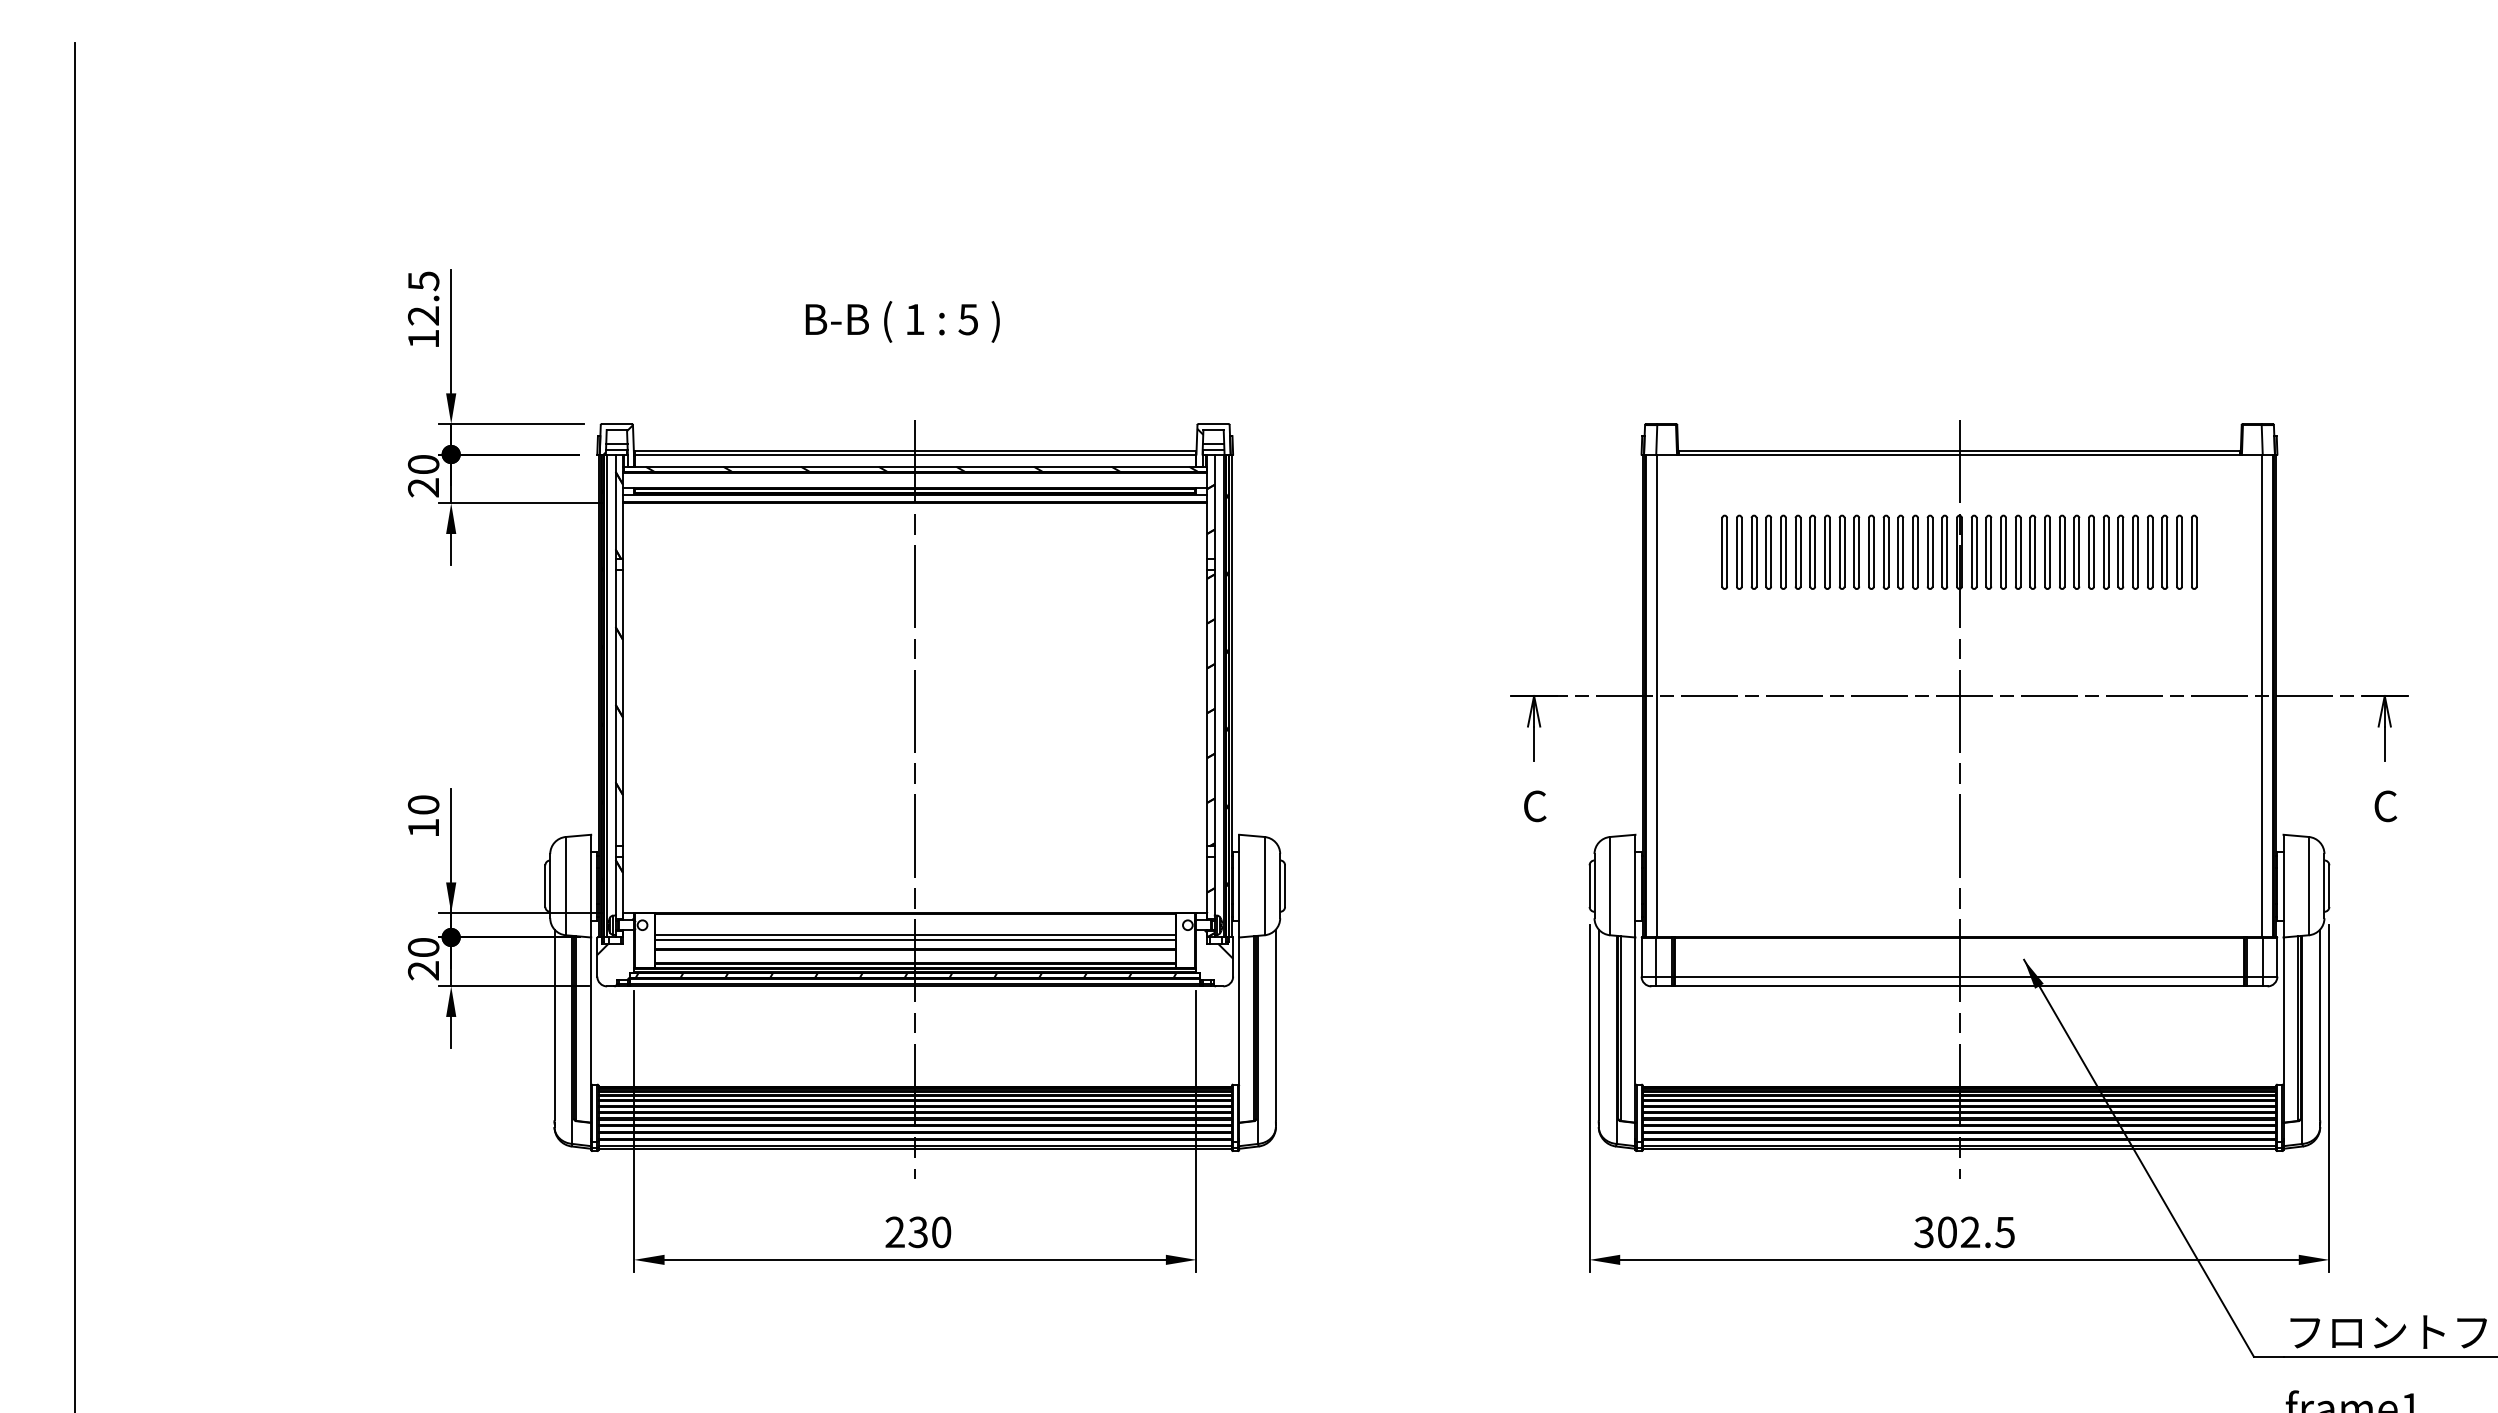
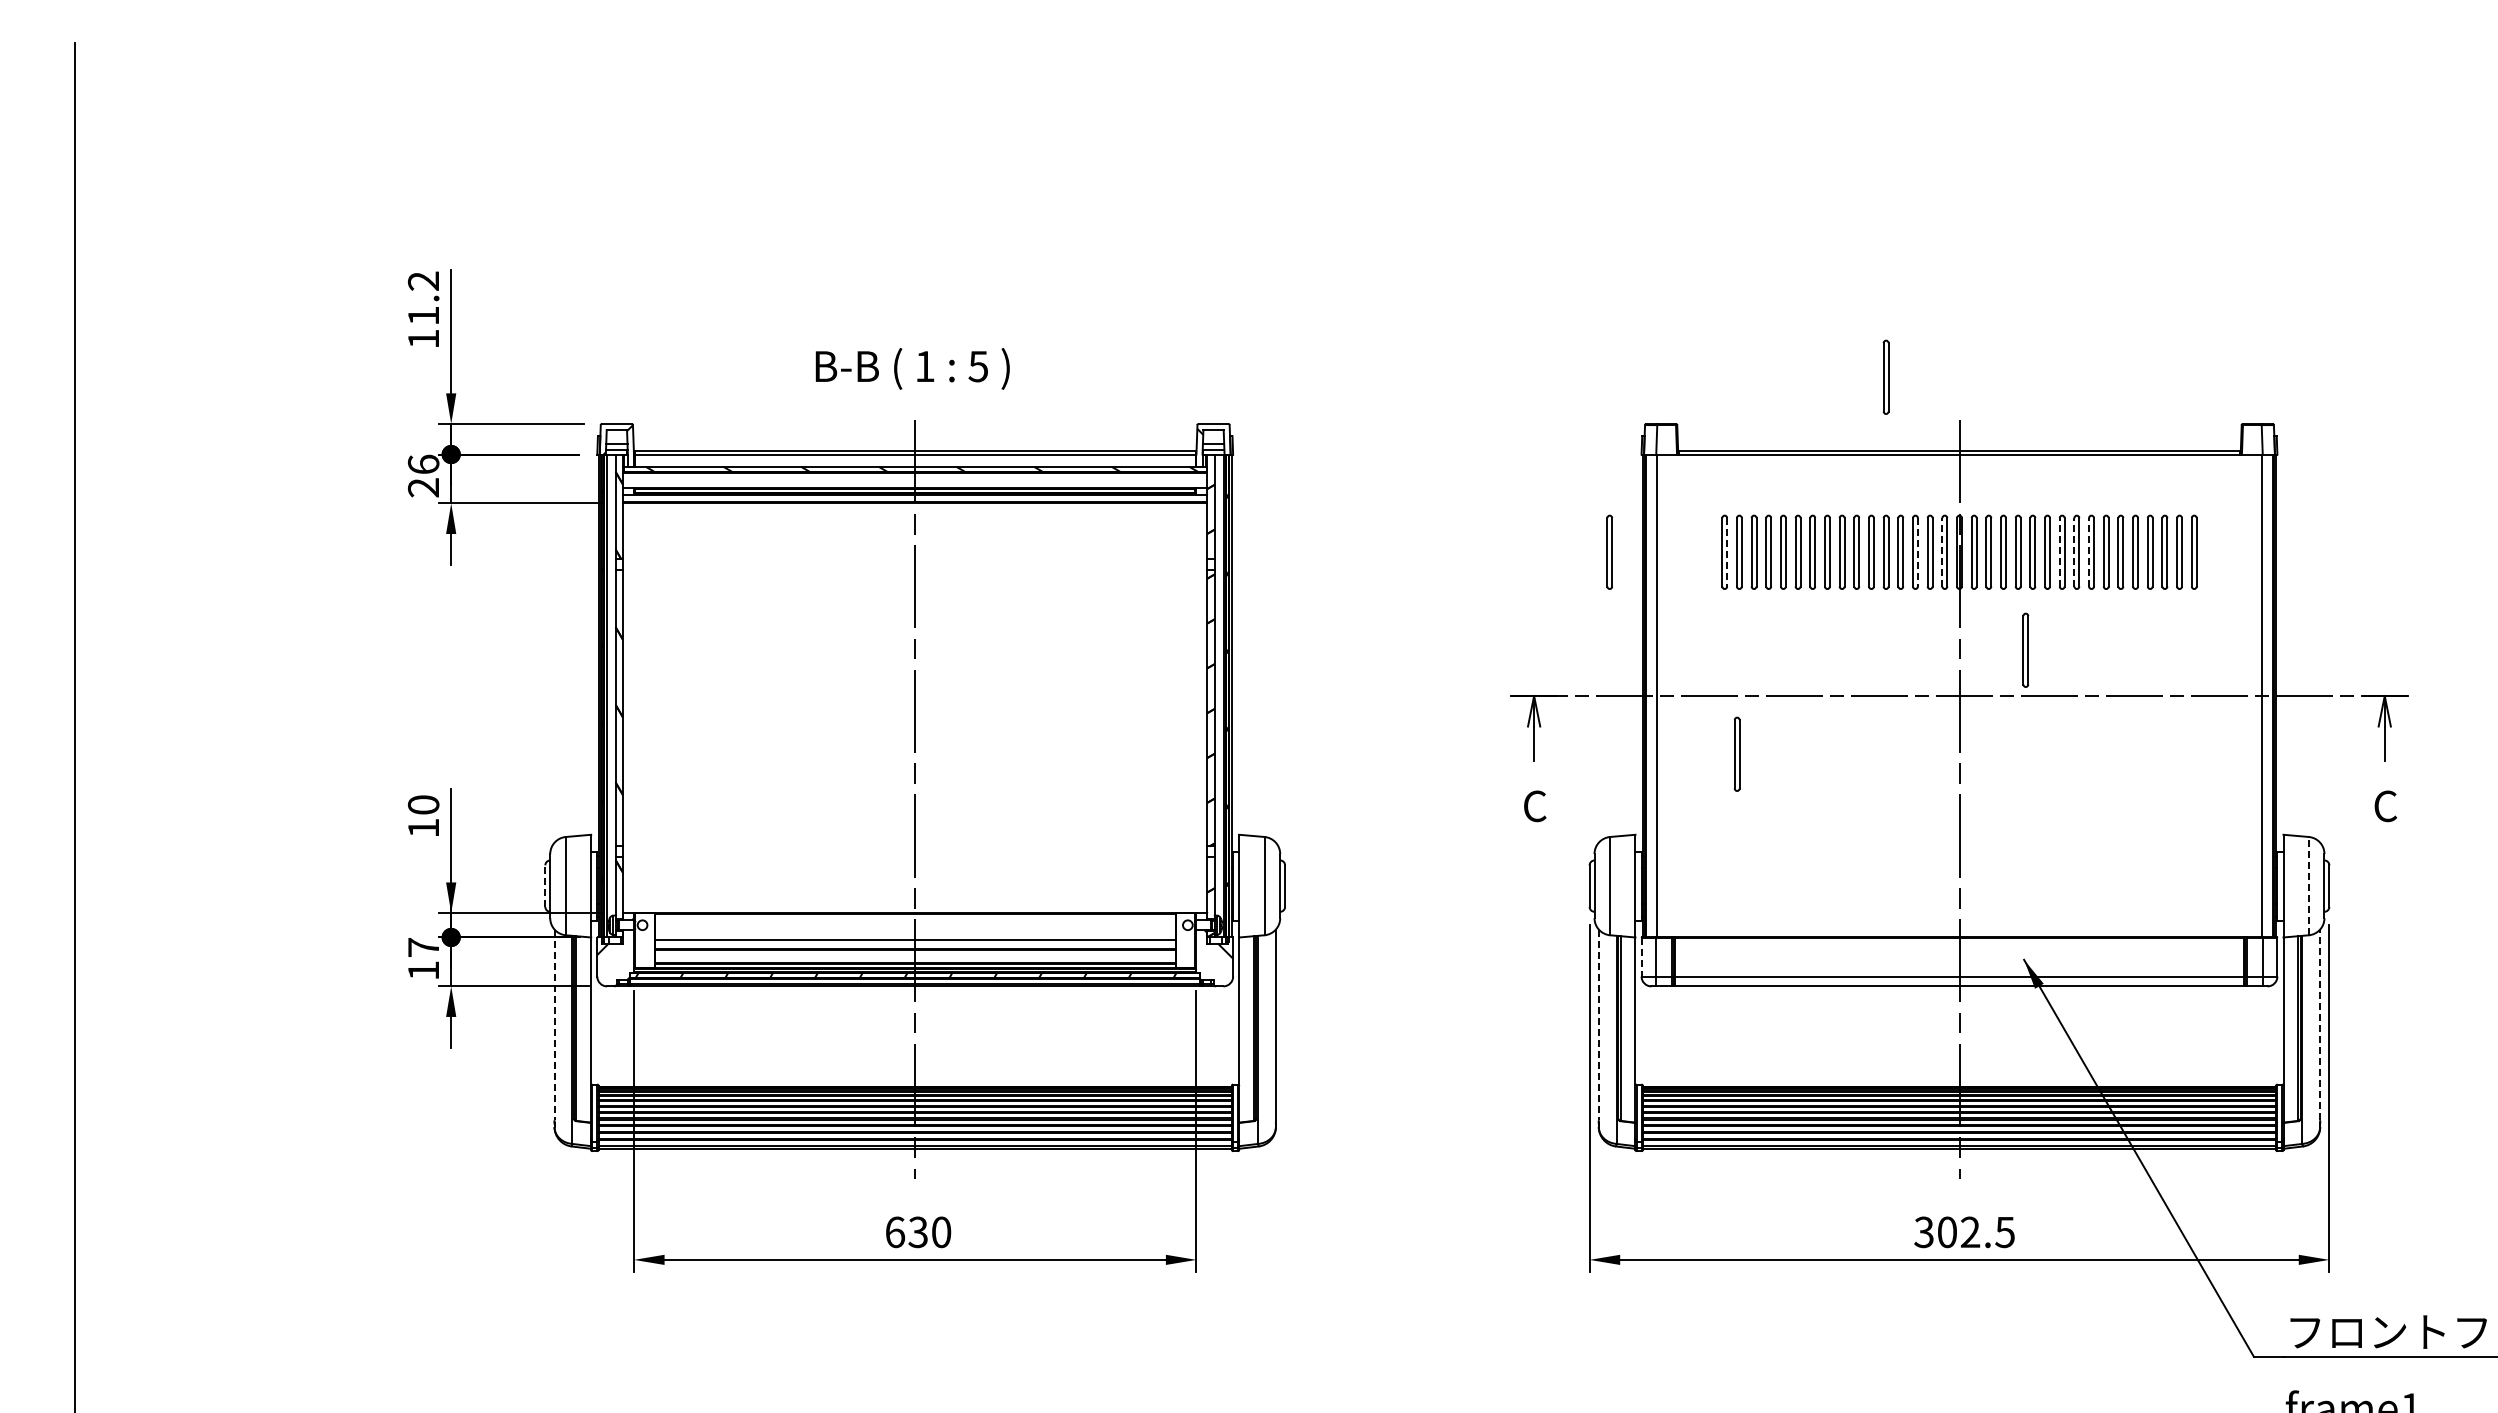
text at (423, 298): 12.5 -> 11.2
text at (902, 321) position: (902, 321) -> (912, 368)
part at (1885, 376): none -> present
text at (423, 463): 20 -> 26
part at (1609, 551): none -> present
line at (1942, 551): solid -> dashed
line at (2059, 551): solid -> dashed
line at (2074, 551): solid -> dashed
line at (2089, 551): solid -> dashed
line at (1727, 552): solid -> dashed
line at (1917, 552): solid -> dashed
part at (2025, 649): none -> present
part at (1736, 753): none -> present
line at (2308, 885): solid -> dashed
line at (545, 886): solid -> dashed
line at (914, 935): present -> none
line at (1641, 957): solid -> dashed
text at (423, 959): 20 -> 17
line at (2320, 1024): solid -> dashed
line at (554, 1025): solid -> dashed
line at (1598, 1025): solid -> dashed
text at (895, 1232): 230 -> 630
